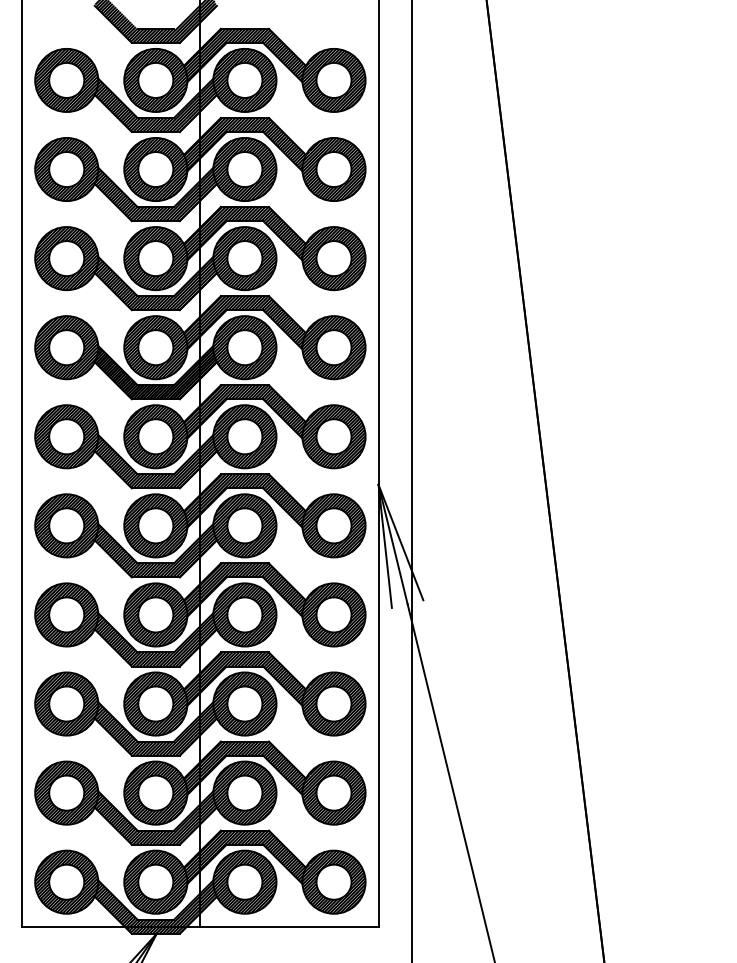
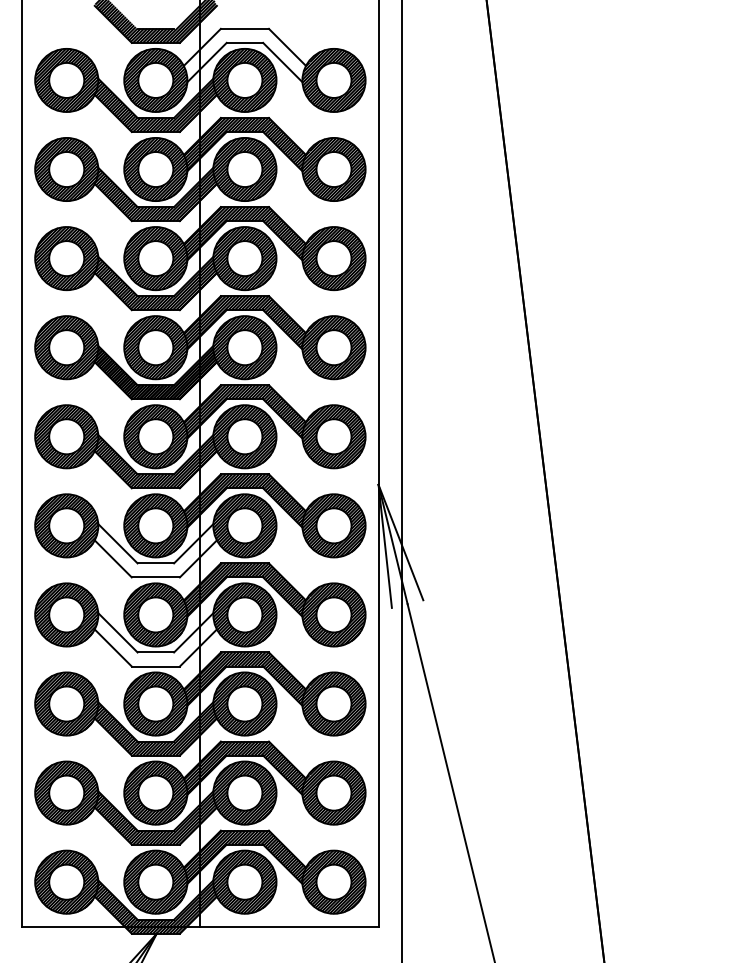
hatch at (244, 54): present -> none
line at (412, 480) position: (412, 480) -> (402, 480)
hatch at (155, 551): present -> none
hatch at (155, 640): present -> none
